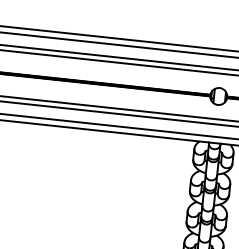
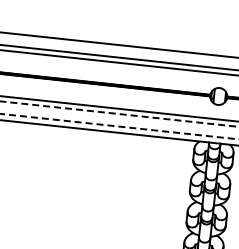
line at (118, 38): present -> none
line at (118, 114): solid -> dashed
line at (119, 126): solid -> dashed
